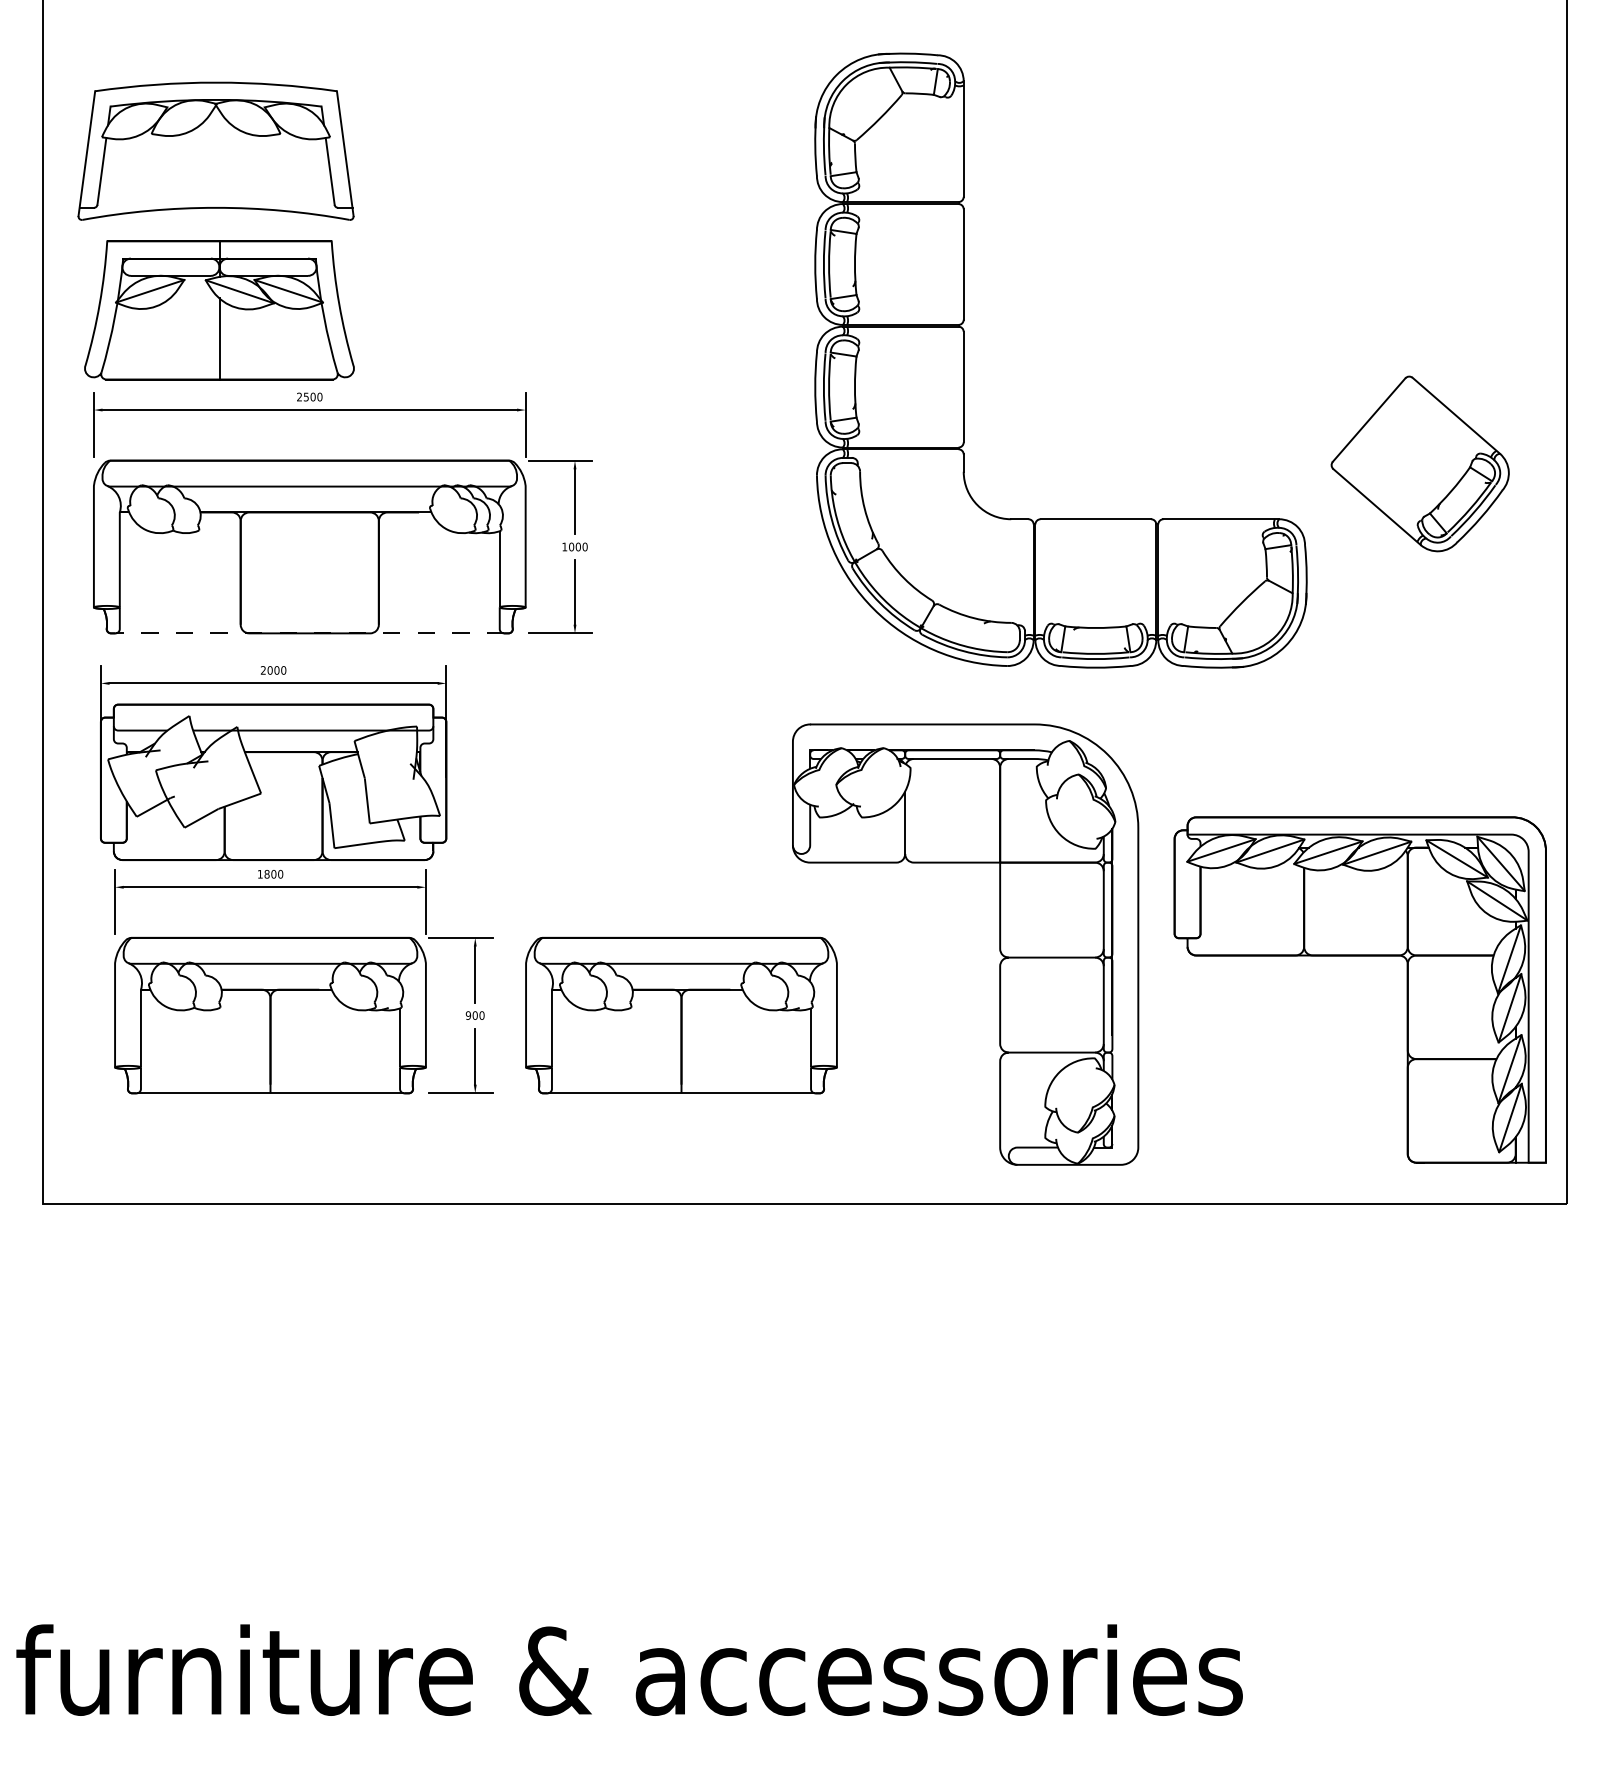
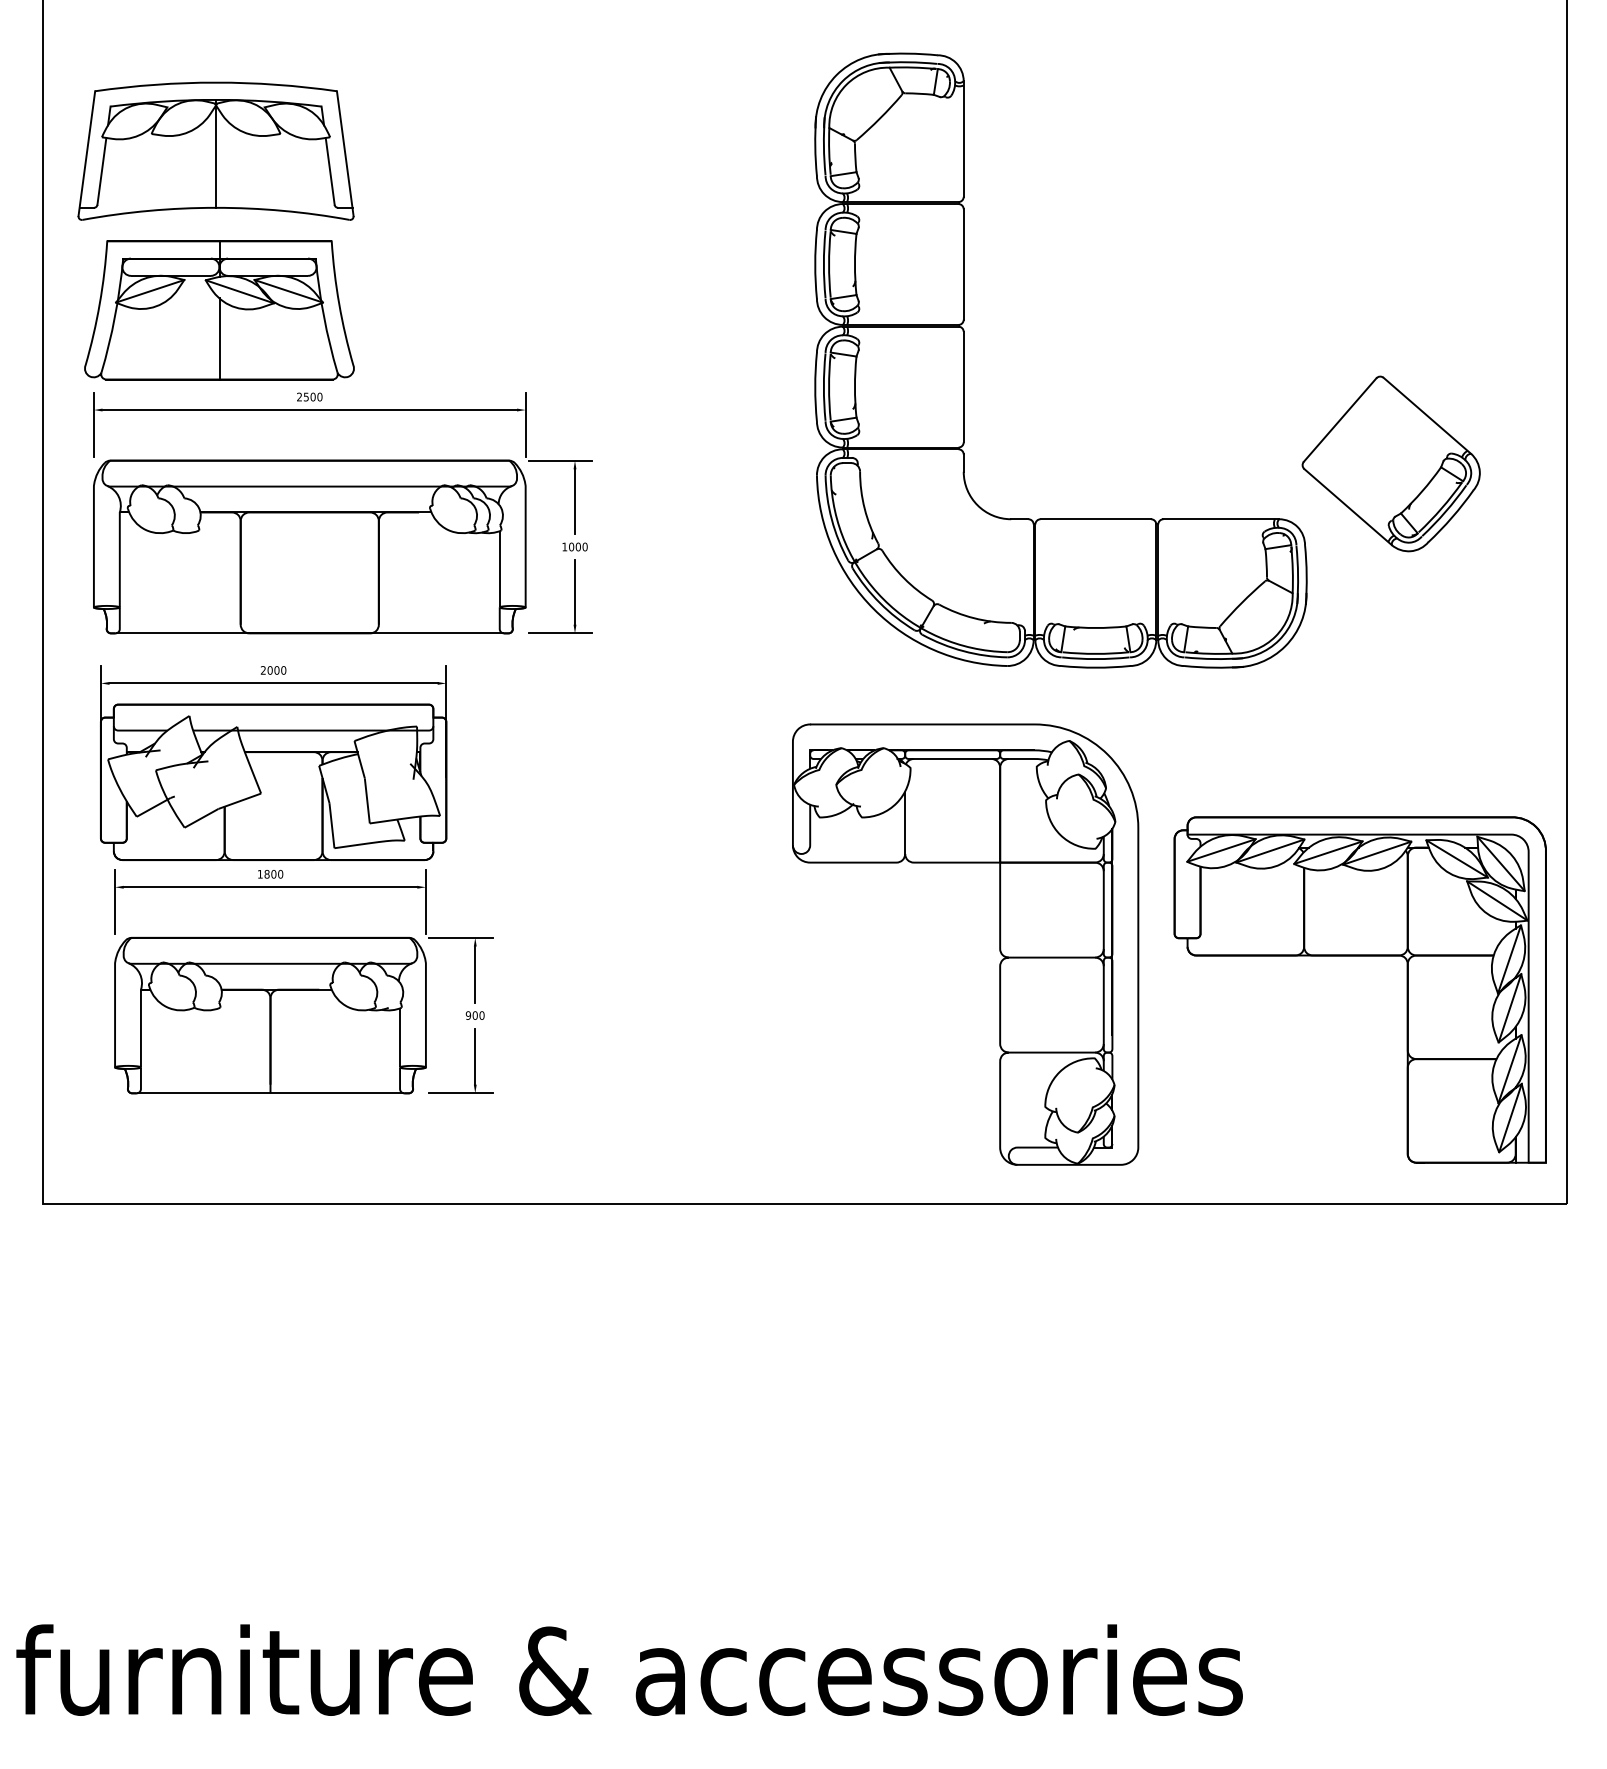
line at (216, 153): none -> present
part at (1419, 463) position: (1419, 463) -> (1390, 463)
line at (309, 633): dashed -> solid
part at (681, 1015): present -> none
